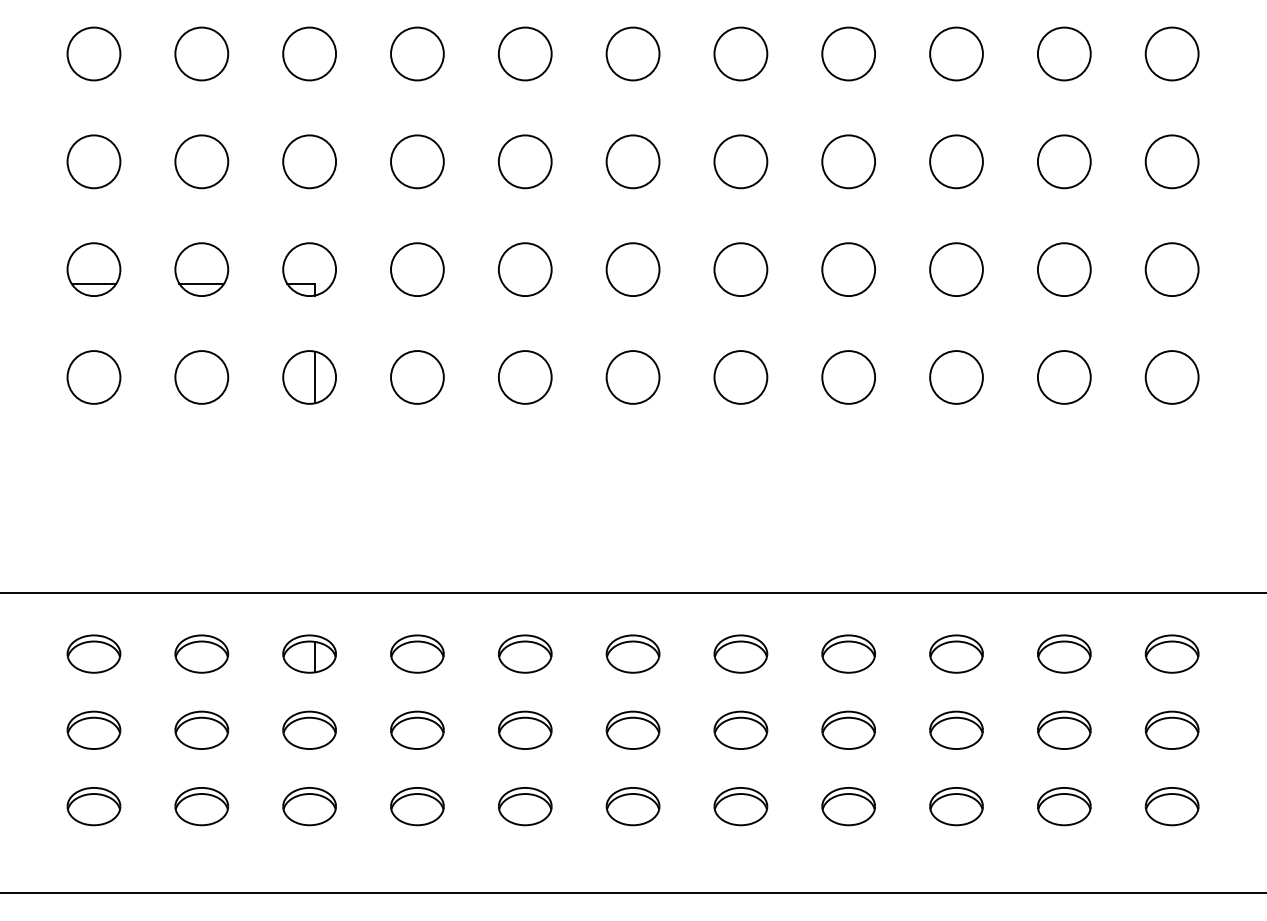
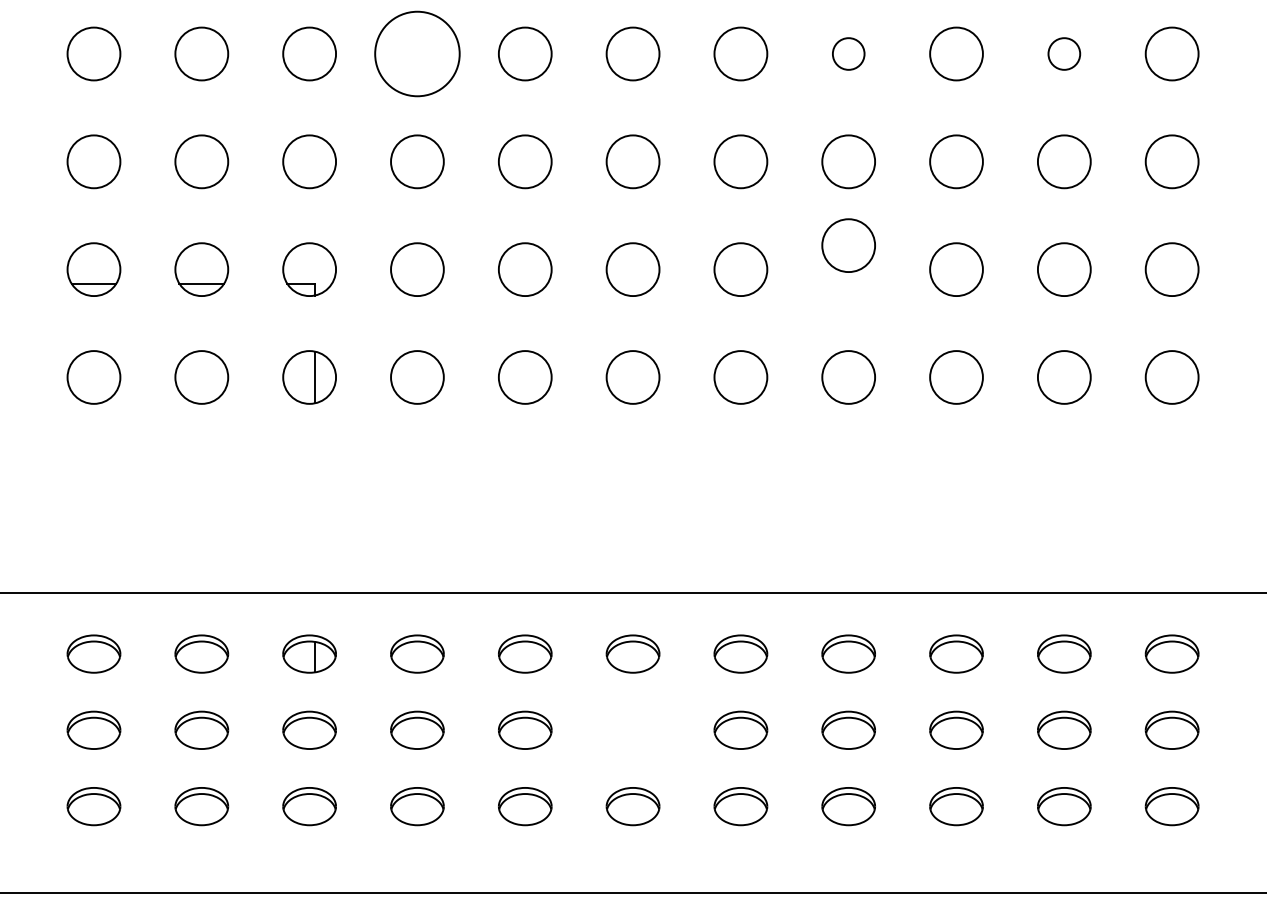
circle at (417, 53) diameter: 53 px -> 85 px
circle at (848, 53) diameter: 53 px -> 32 px
circle at (1063, 53) diameter: 53 px -> 32 px
circle at (848, 269) position: (848, 269) -> (848, 245)
part at (632, 729): present -> none
